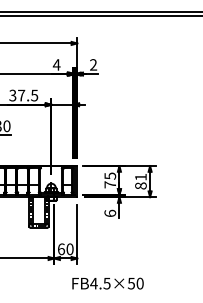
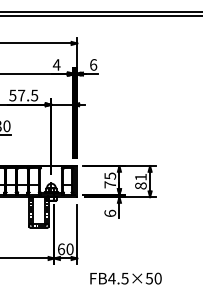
text at (93, 64): 2 -> 6
text at (12, 94): 37.5 -> 57.5
text at (107, 283) position: (107, 283) -> (125, 278)
